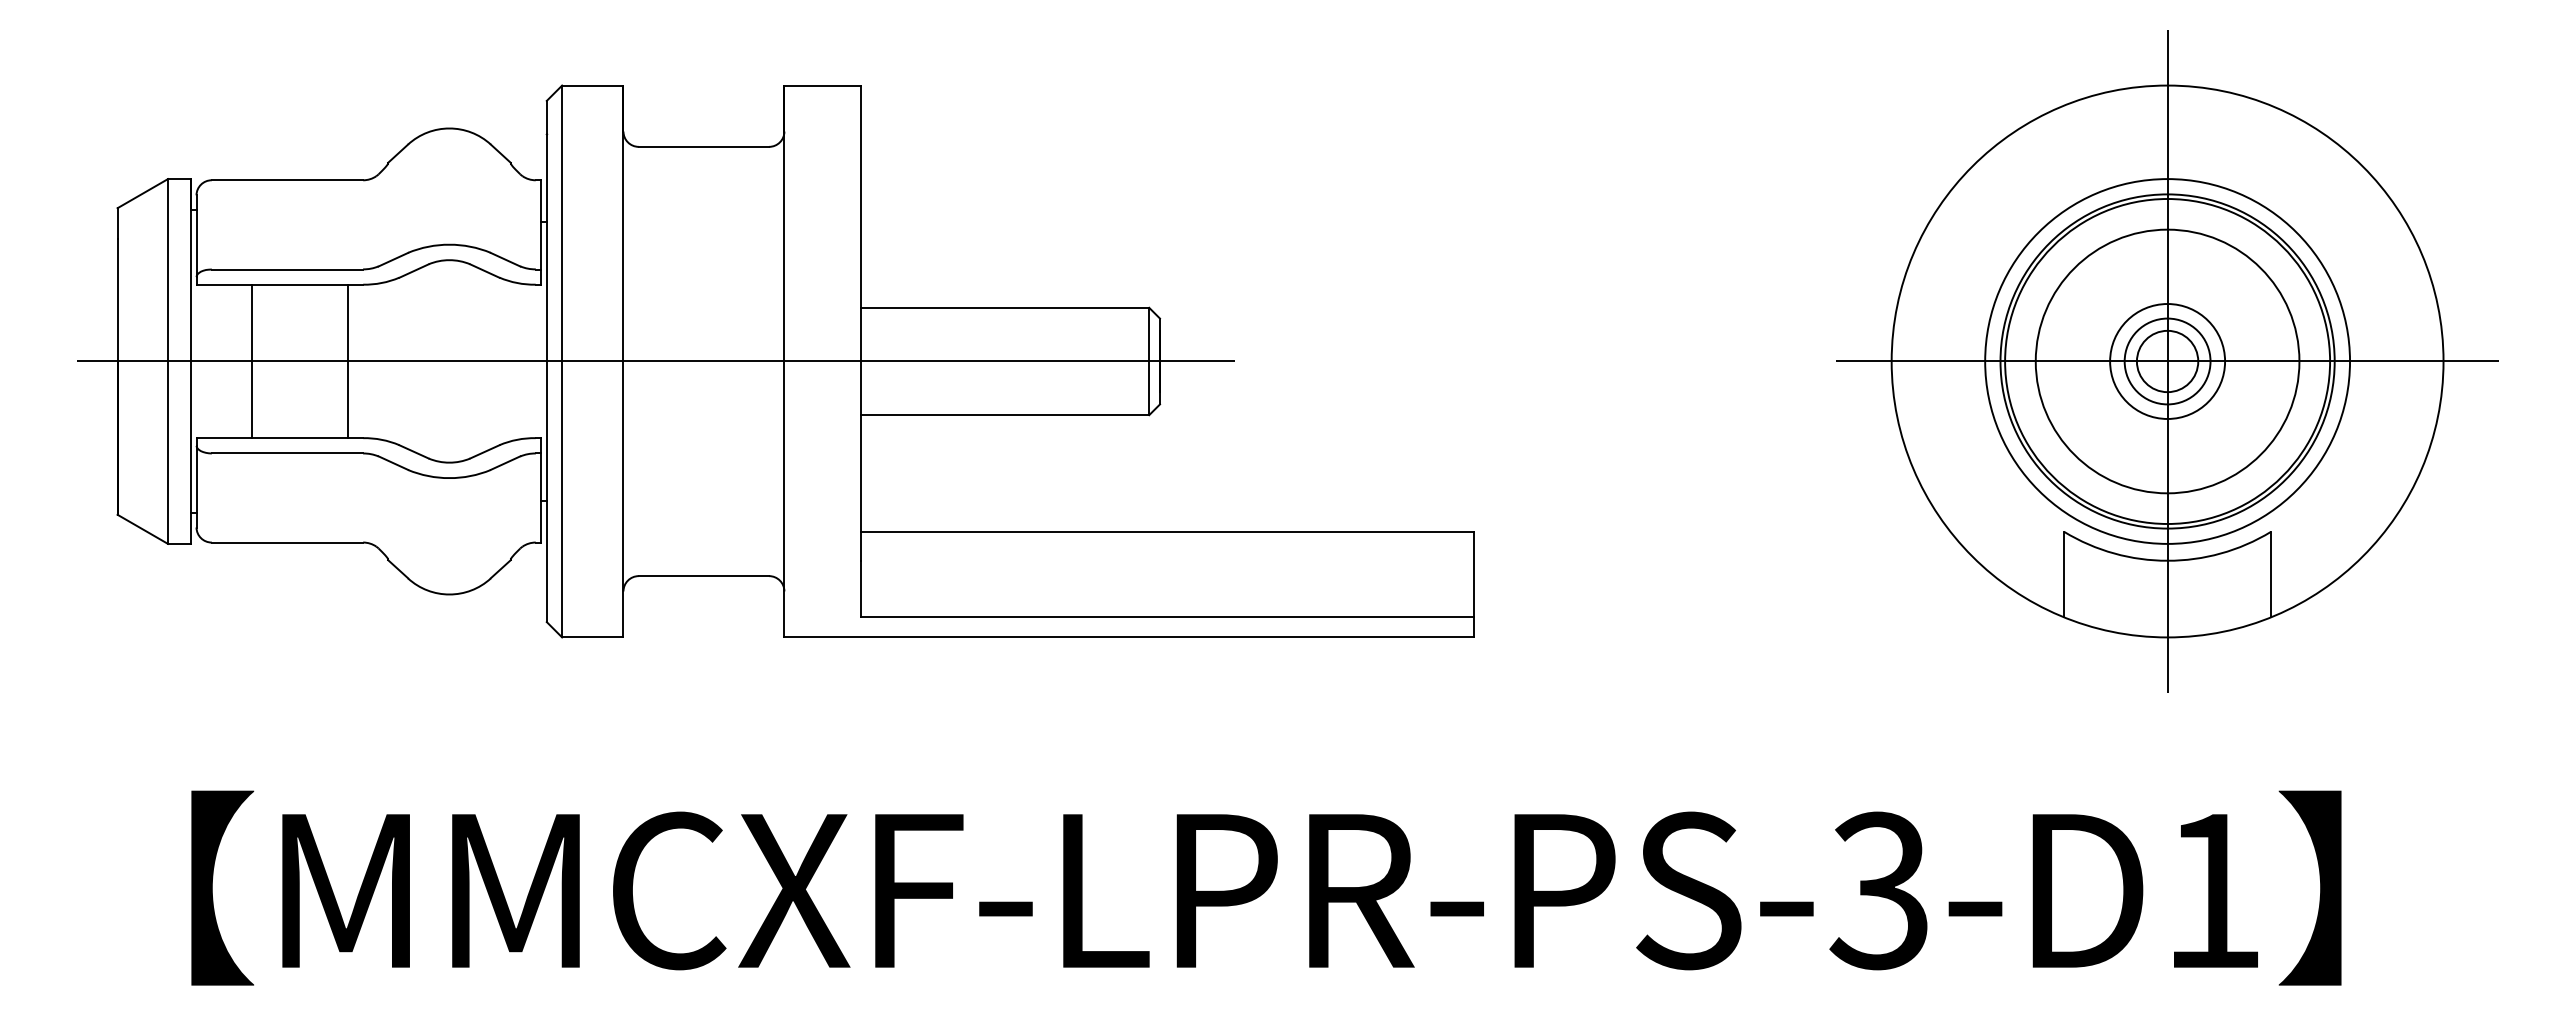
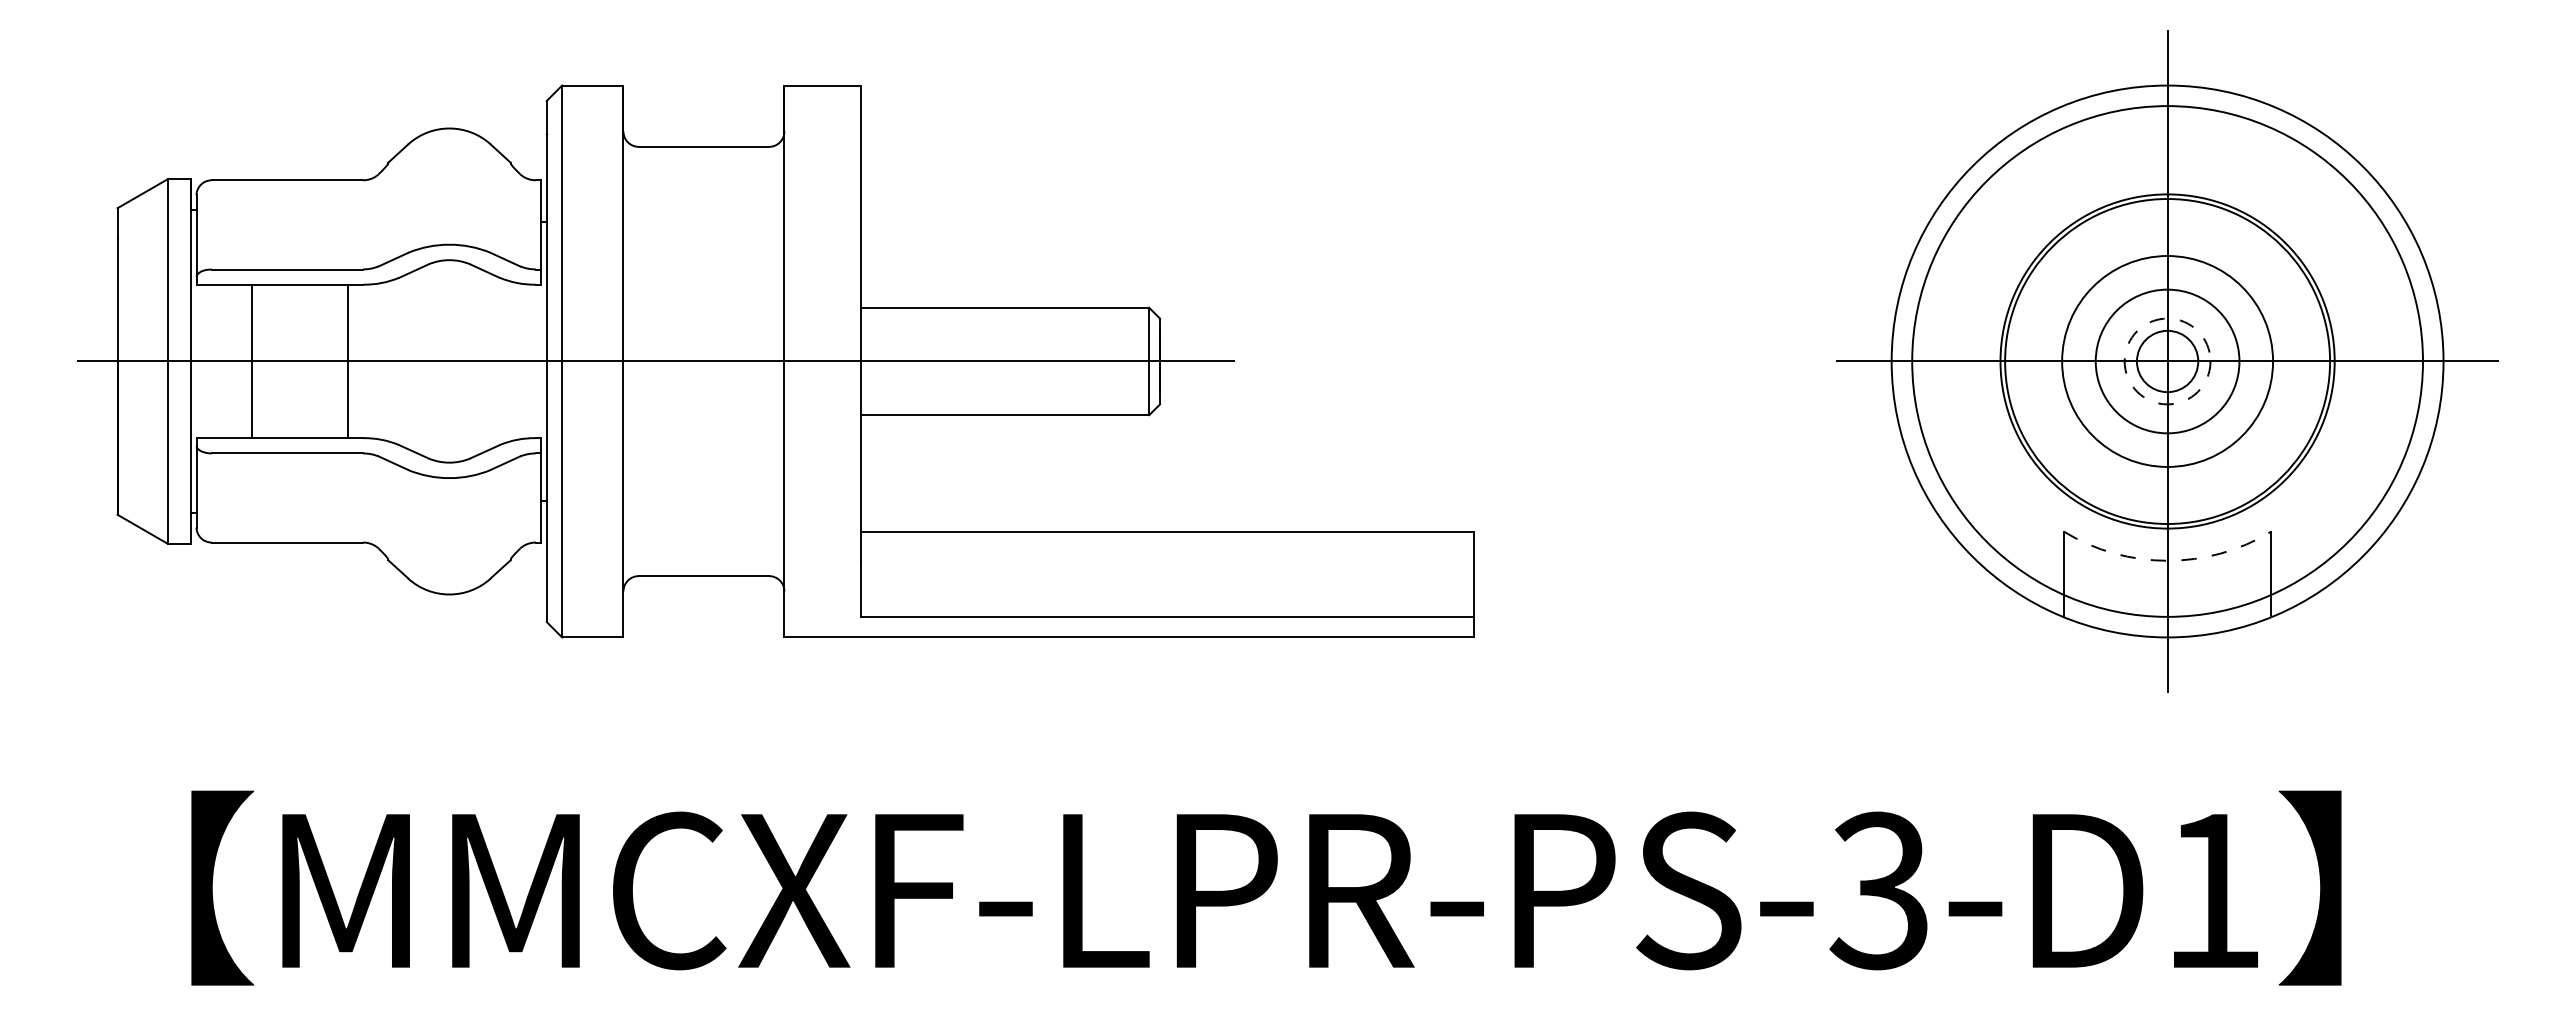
circle at (2167, 361) diameter: 115 px -> 144 px
circle at (2167, 361) diameter: 264 px -> 211 px
circle at (2167, 361) diameter: 365 px -> 511 px
circle at (2167, 361): solid -> dashed
arc at (2167, 560): solid -> dashed
